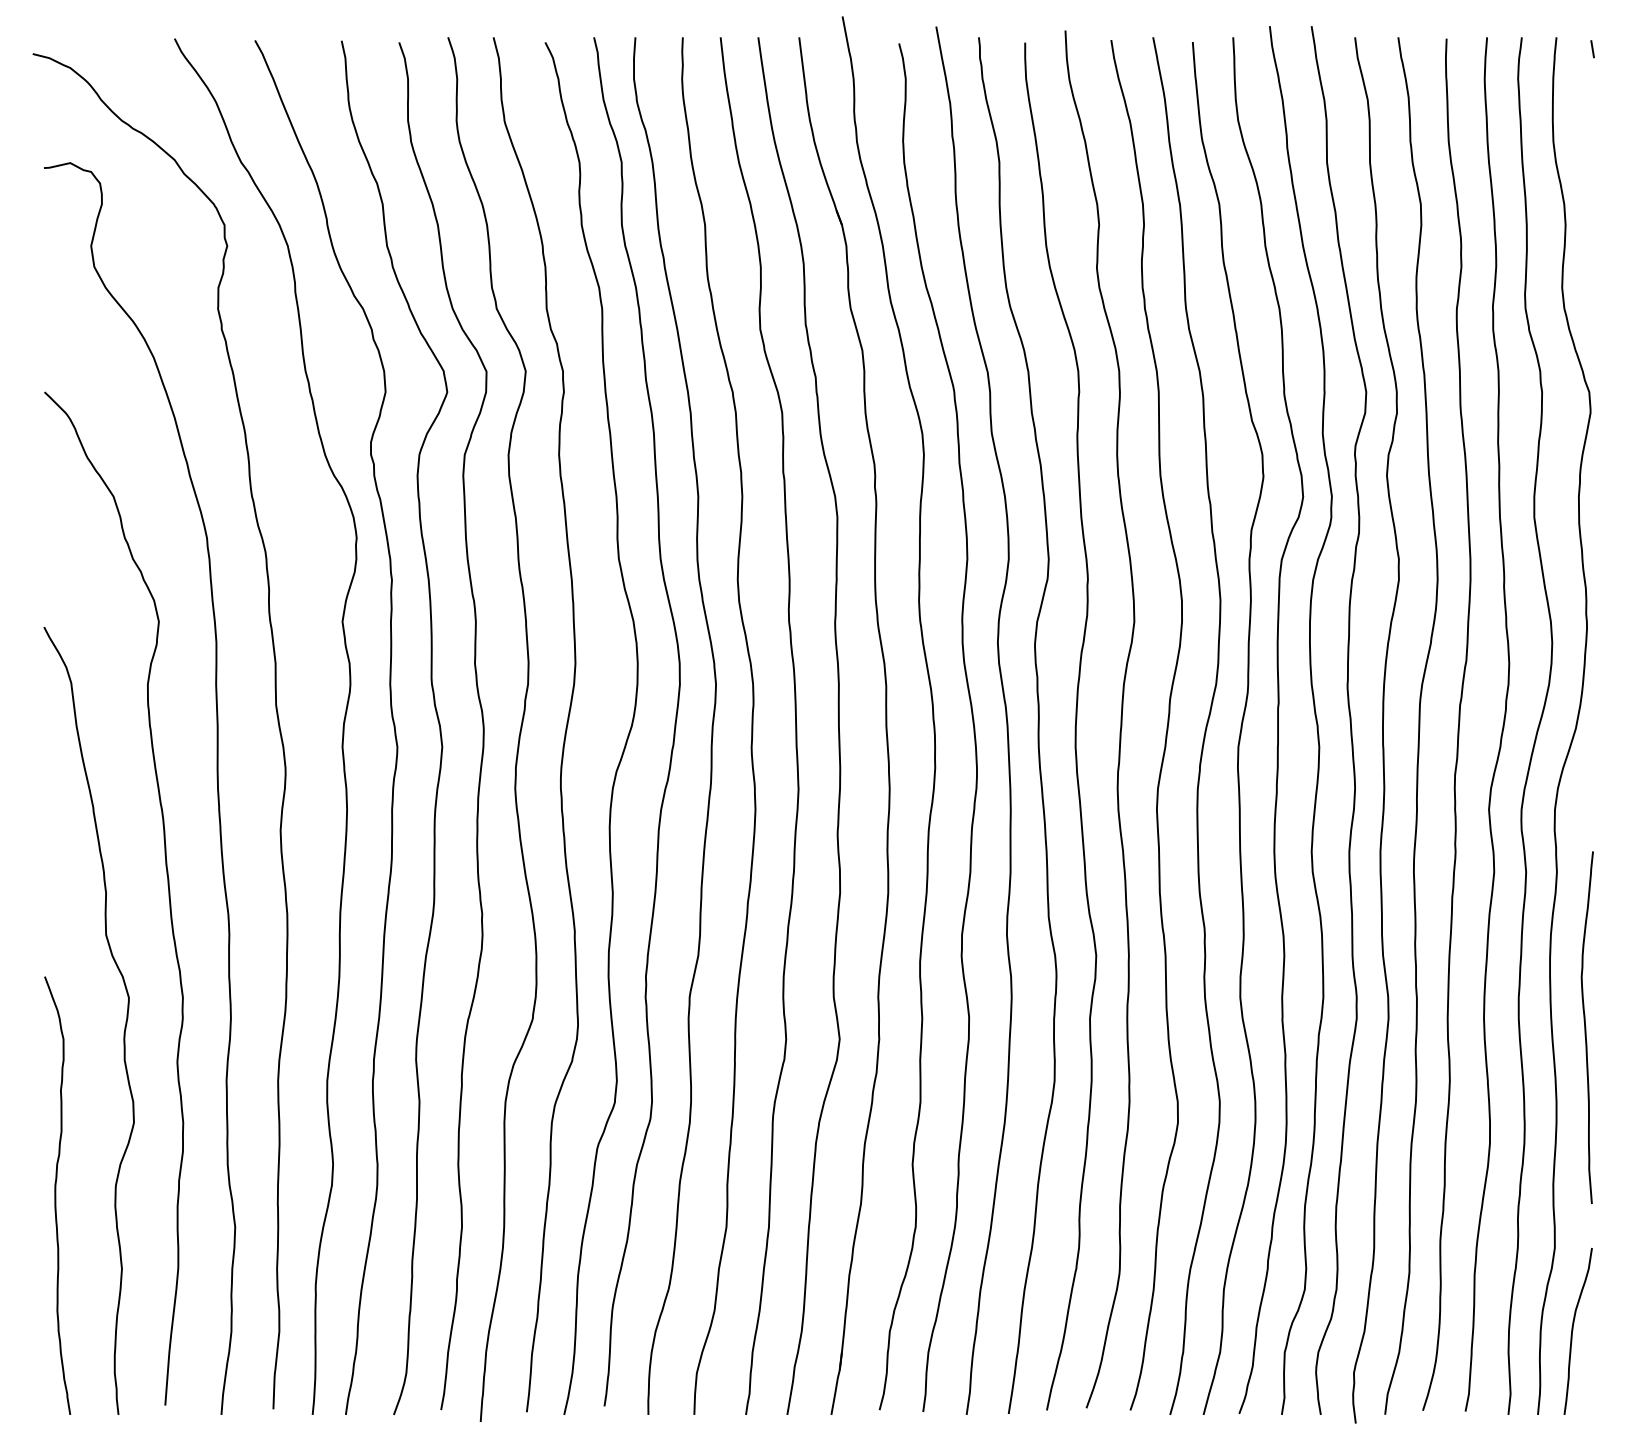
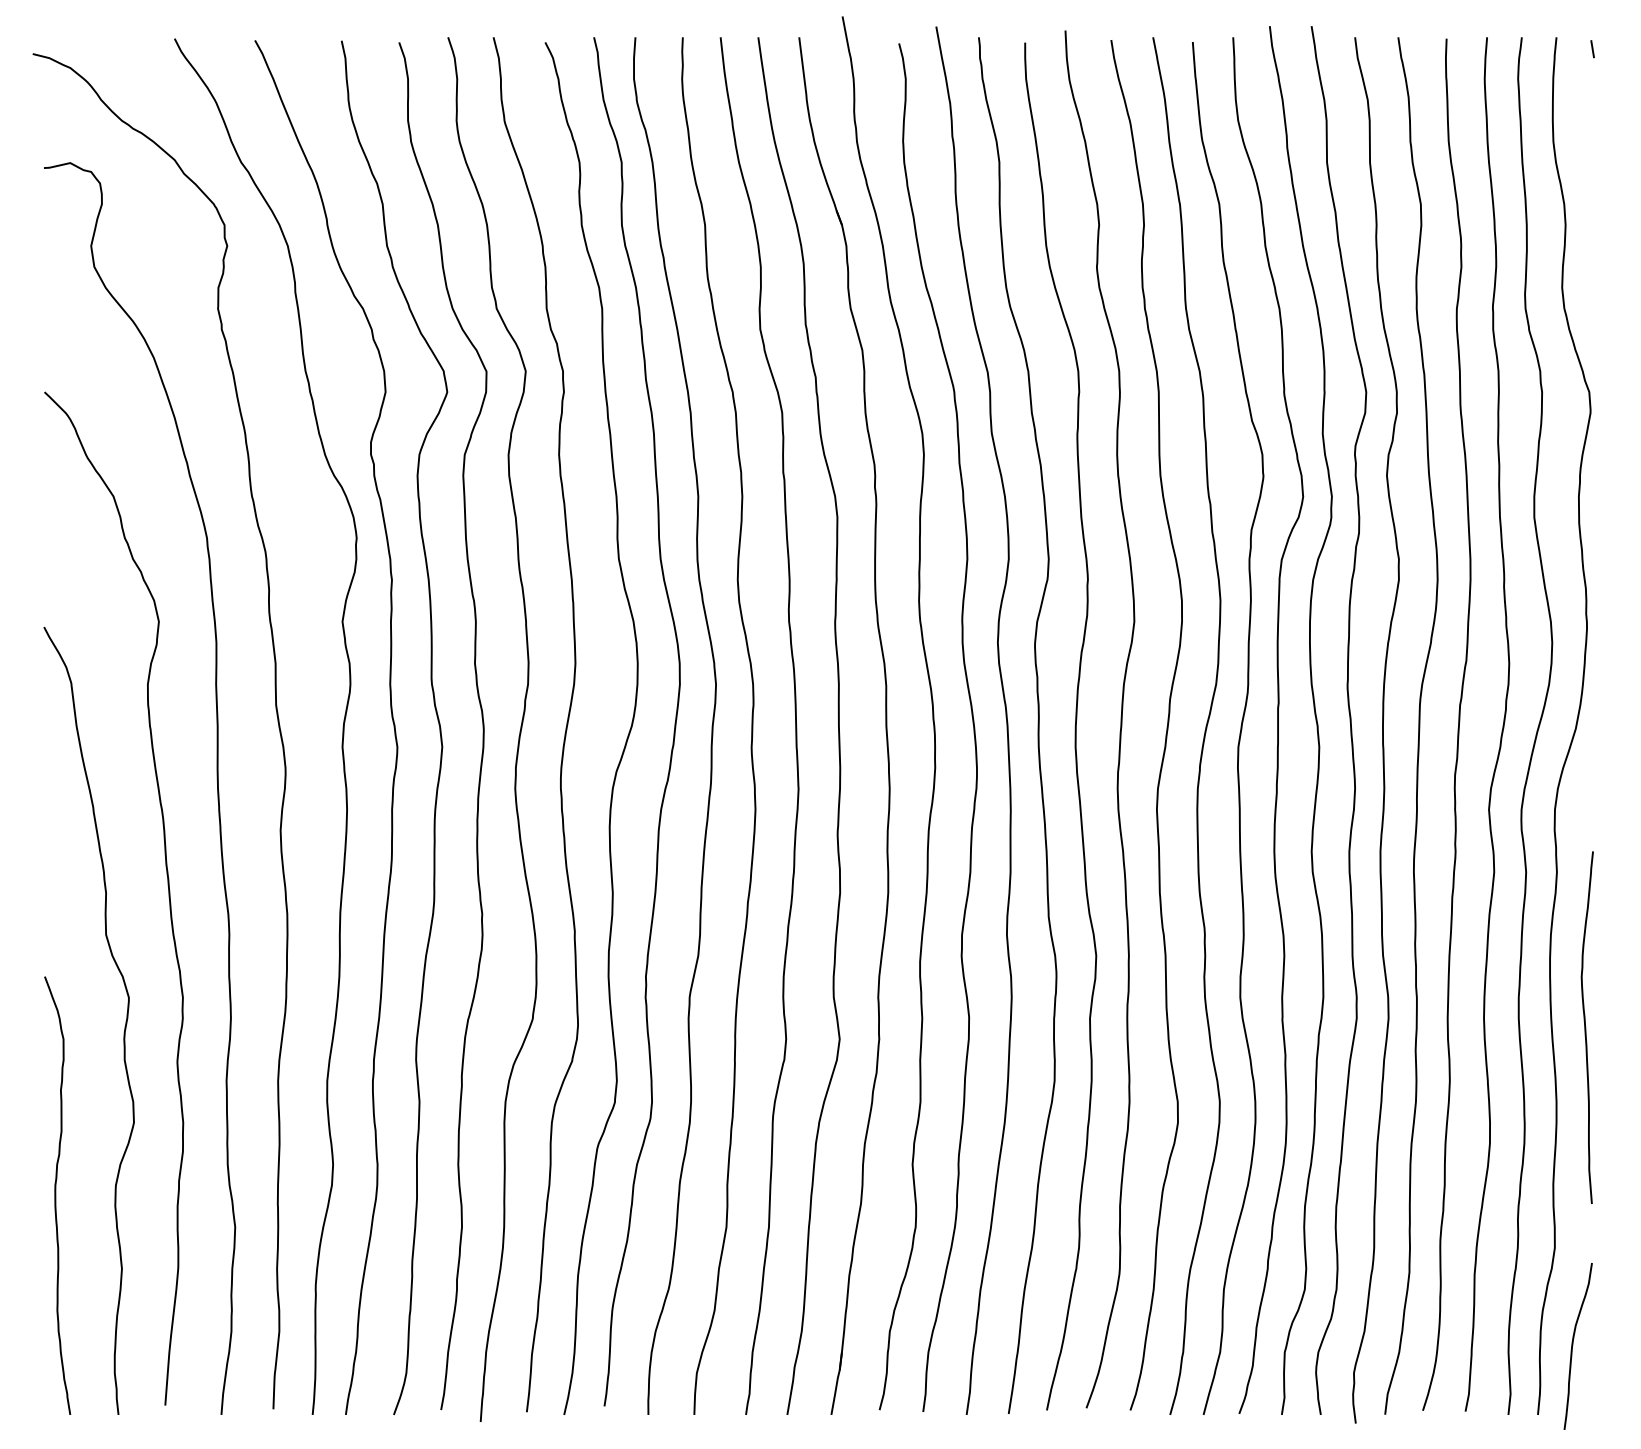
curve at (1573, 1330) position: (1573, 1330) -> (1573, 1345)
